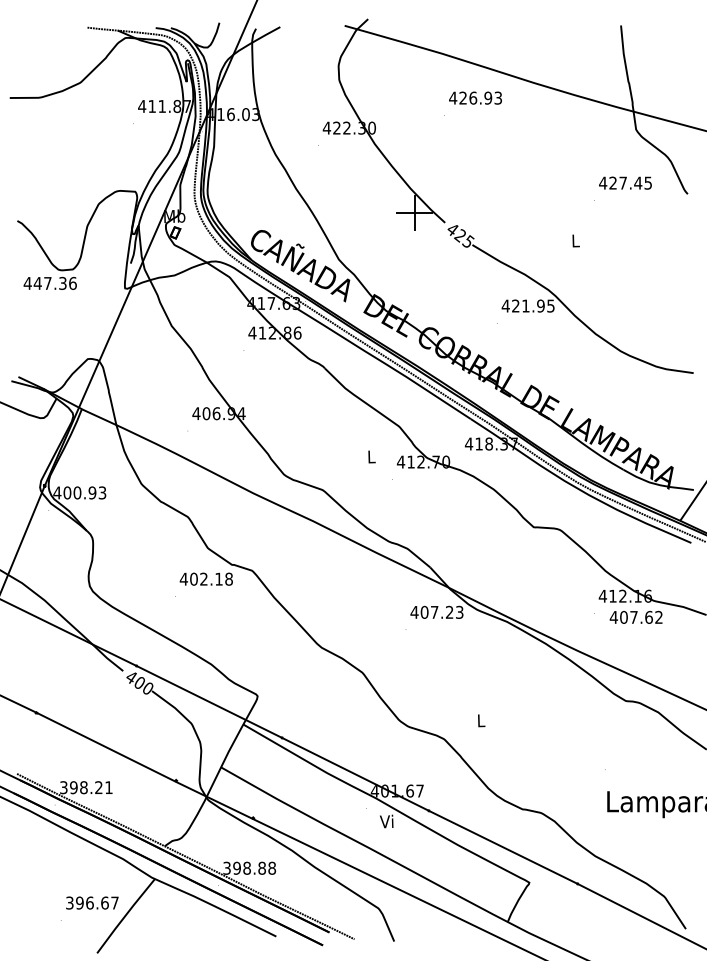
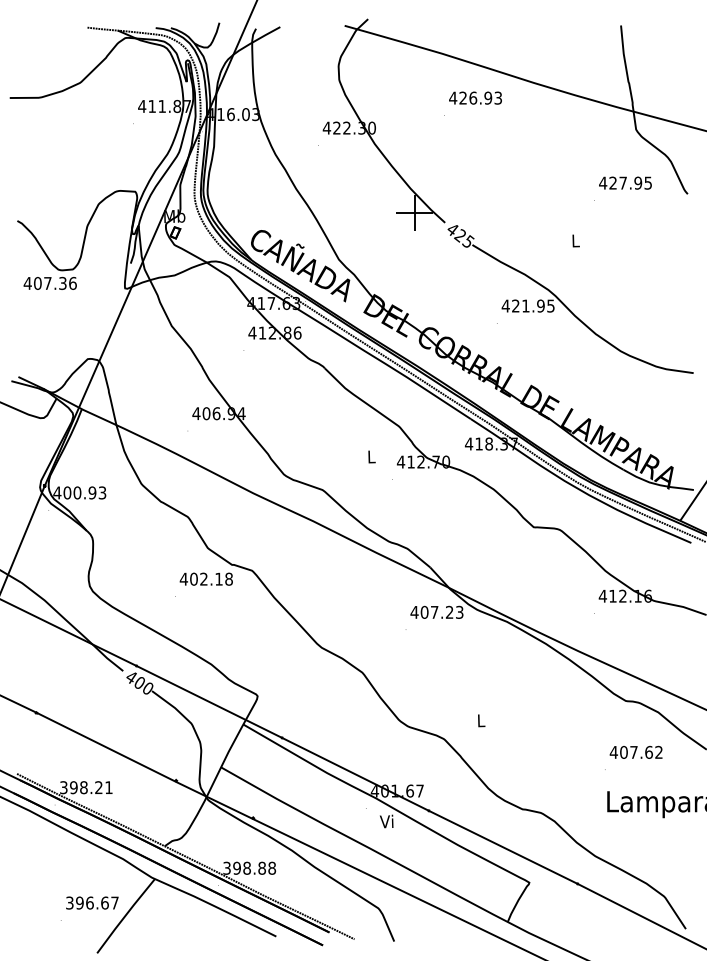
text at (638, 182): 427.45 -> 427.95
text at (37, 283): 447.36 -> 407.36
text at (635, 616) position: (635, 616) -> (635, 751)
